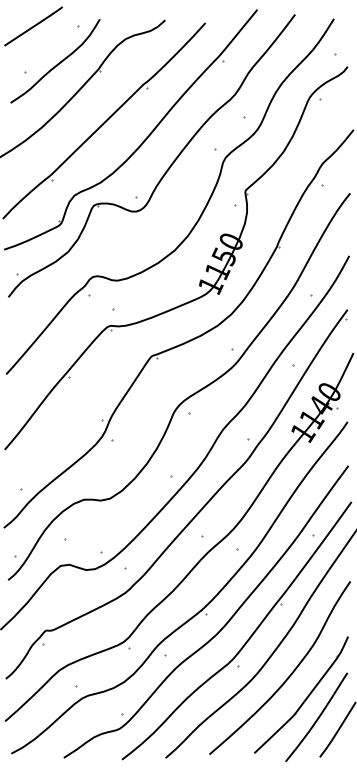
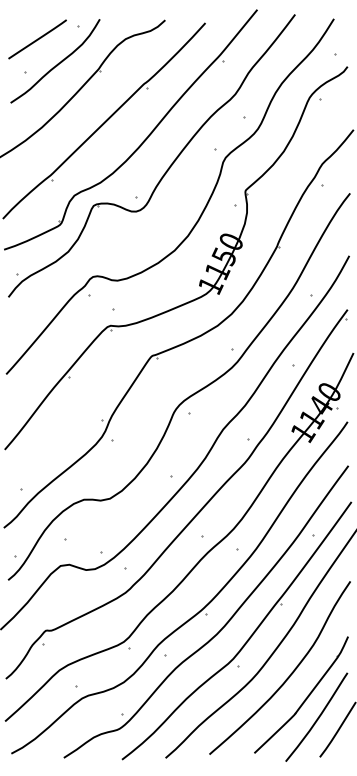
line at (33, 26) position: (33, 26) -> (37, 39)
